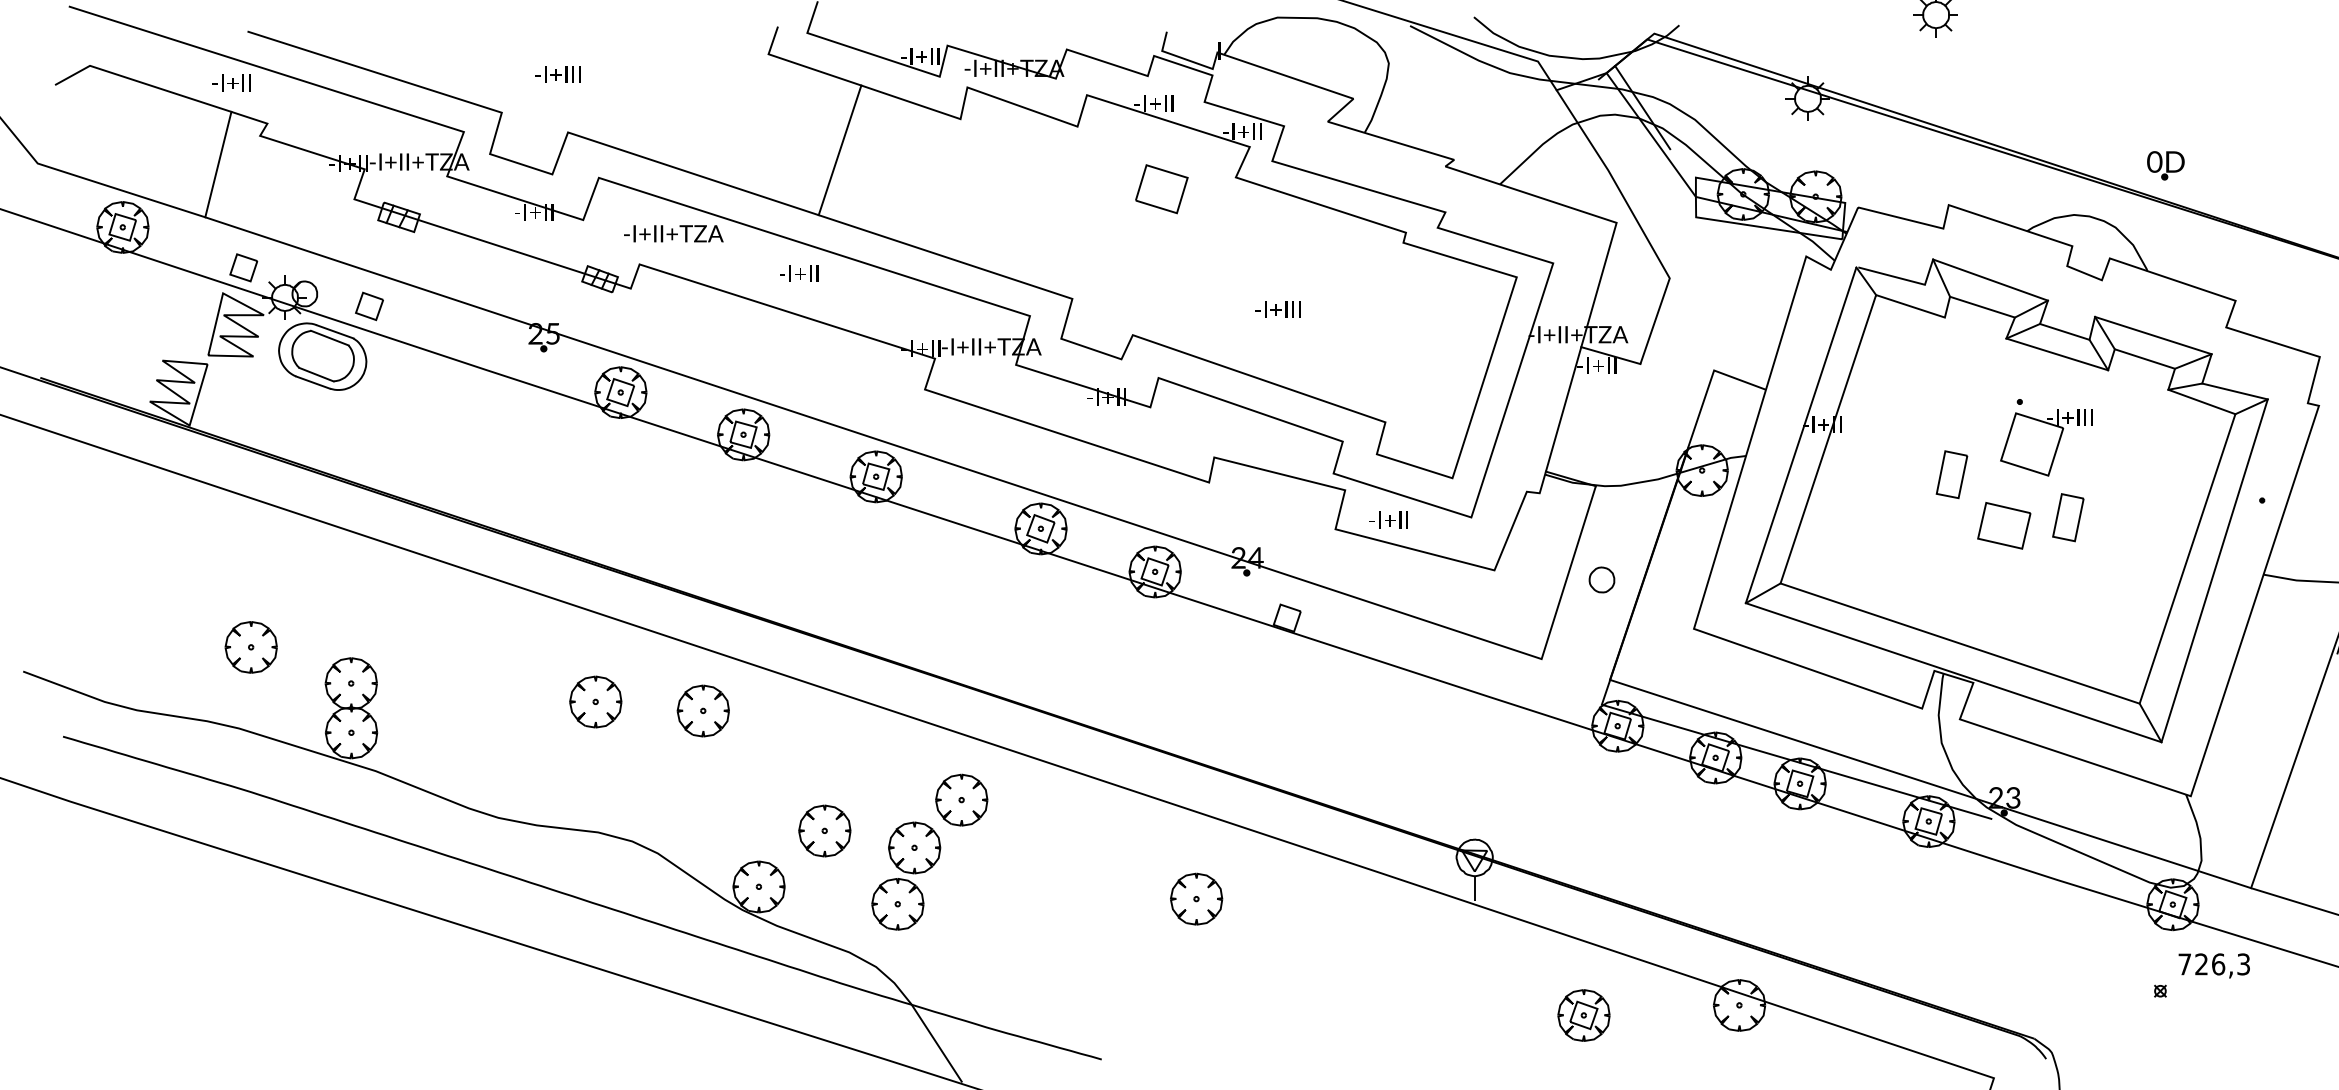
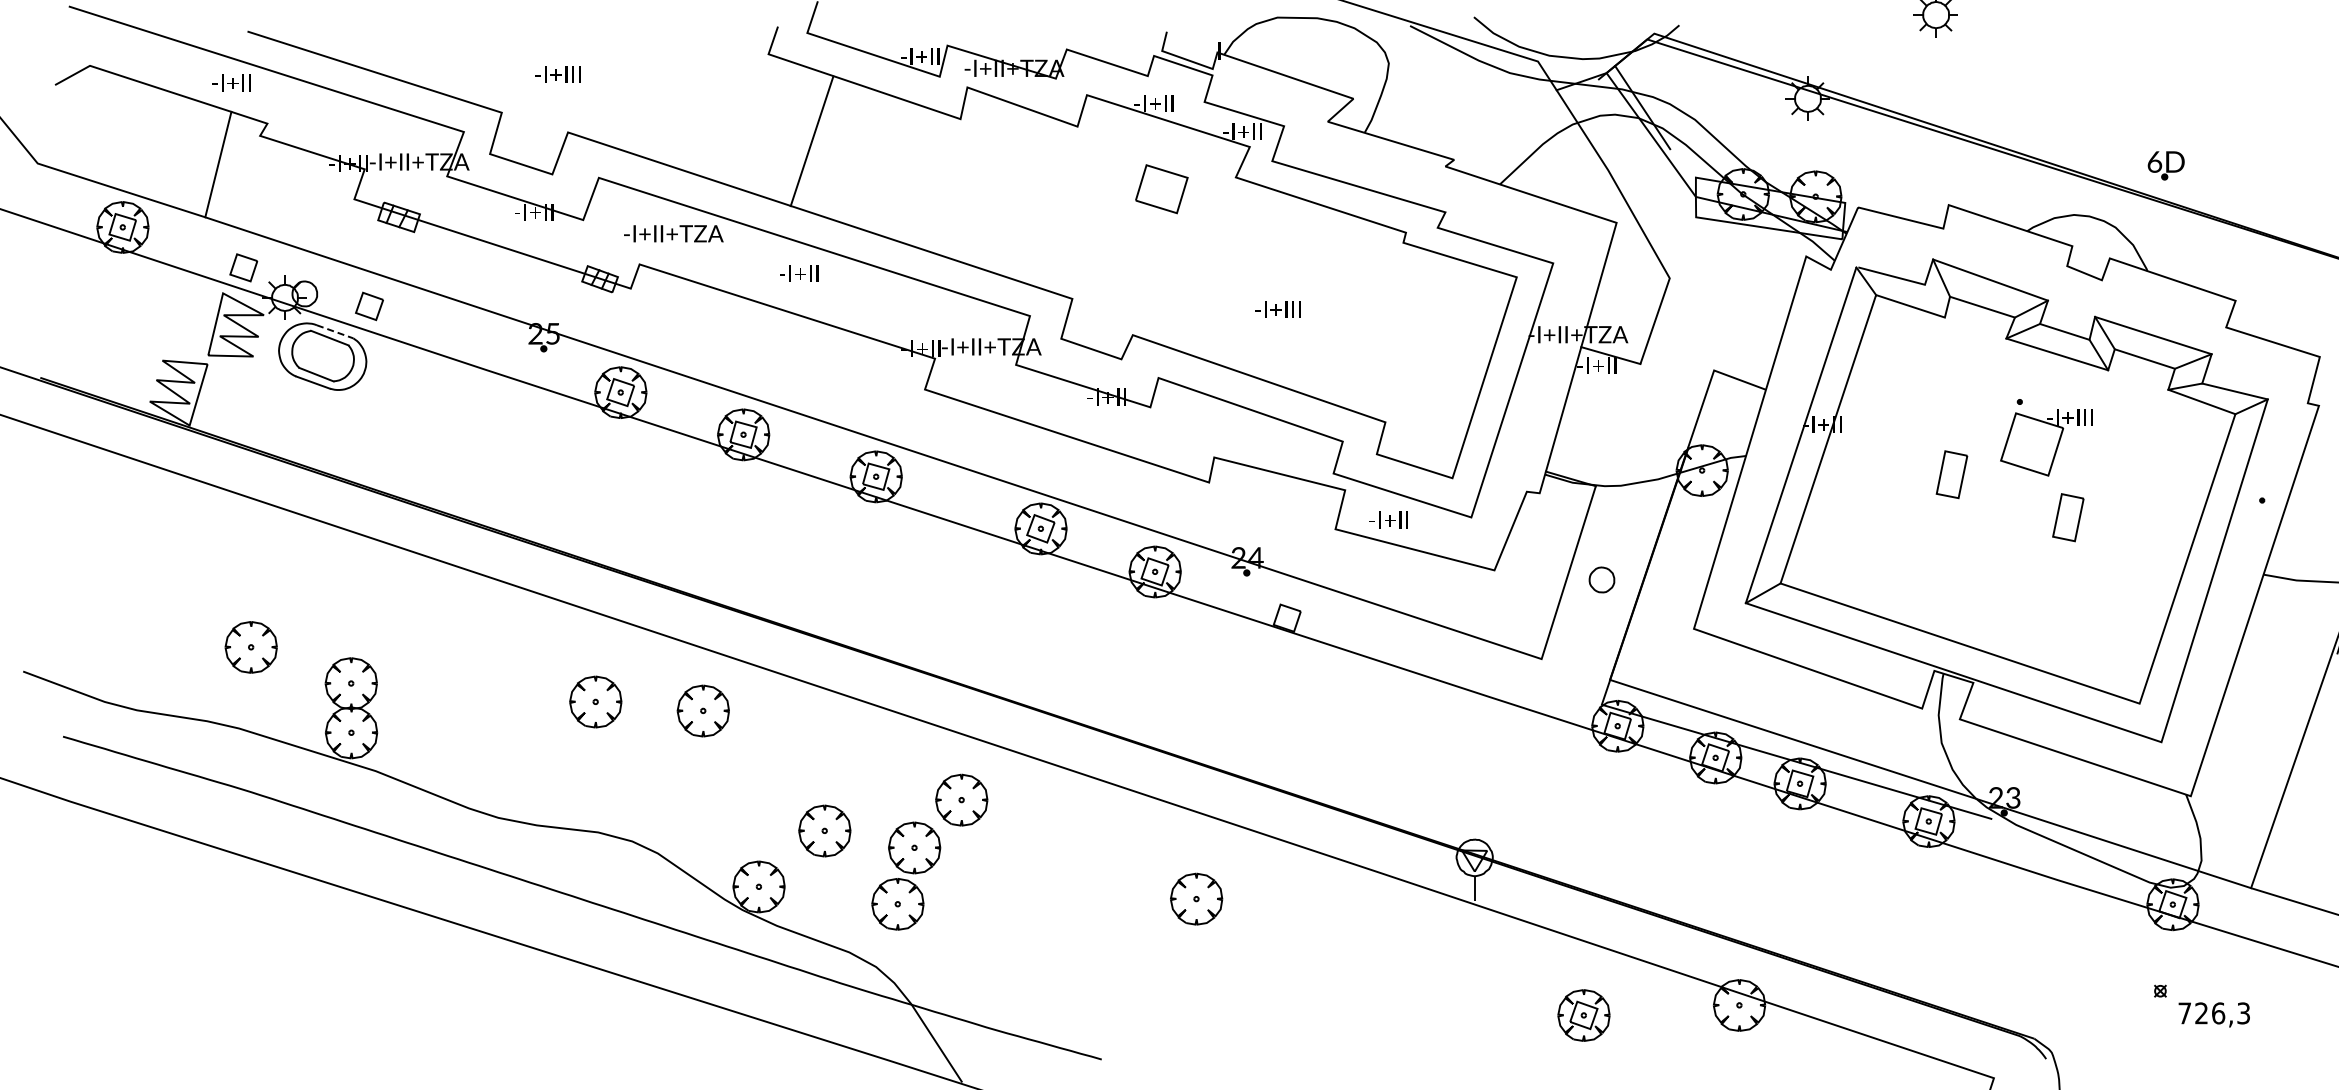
line at (839, 150) position: (839, 150) -> (811, 141)
text at (2154, 161): 0D -> 6D
line at (335, 331): solid -> dashed
part at (2004, 525): present -> none
line at (2150, 722): present -> none
text at (2213, 965) position: (2213, 965) -> (2213, 1014)
